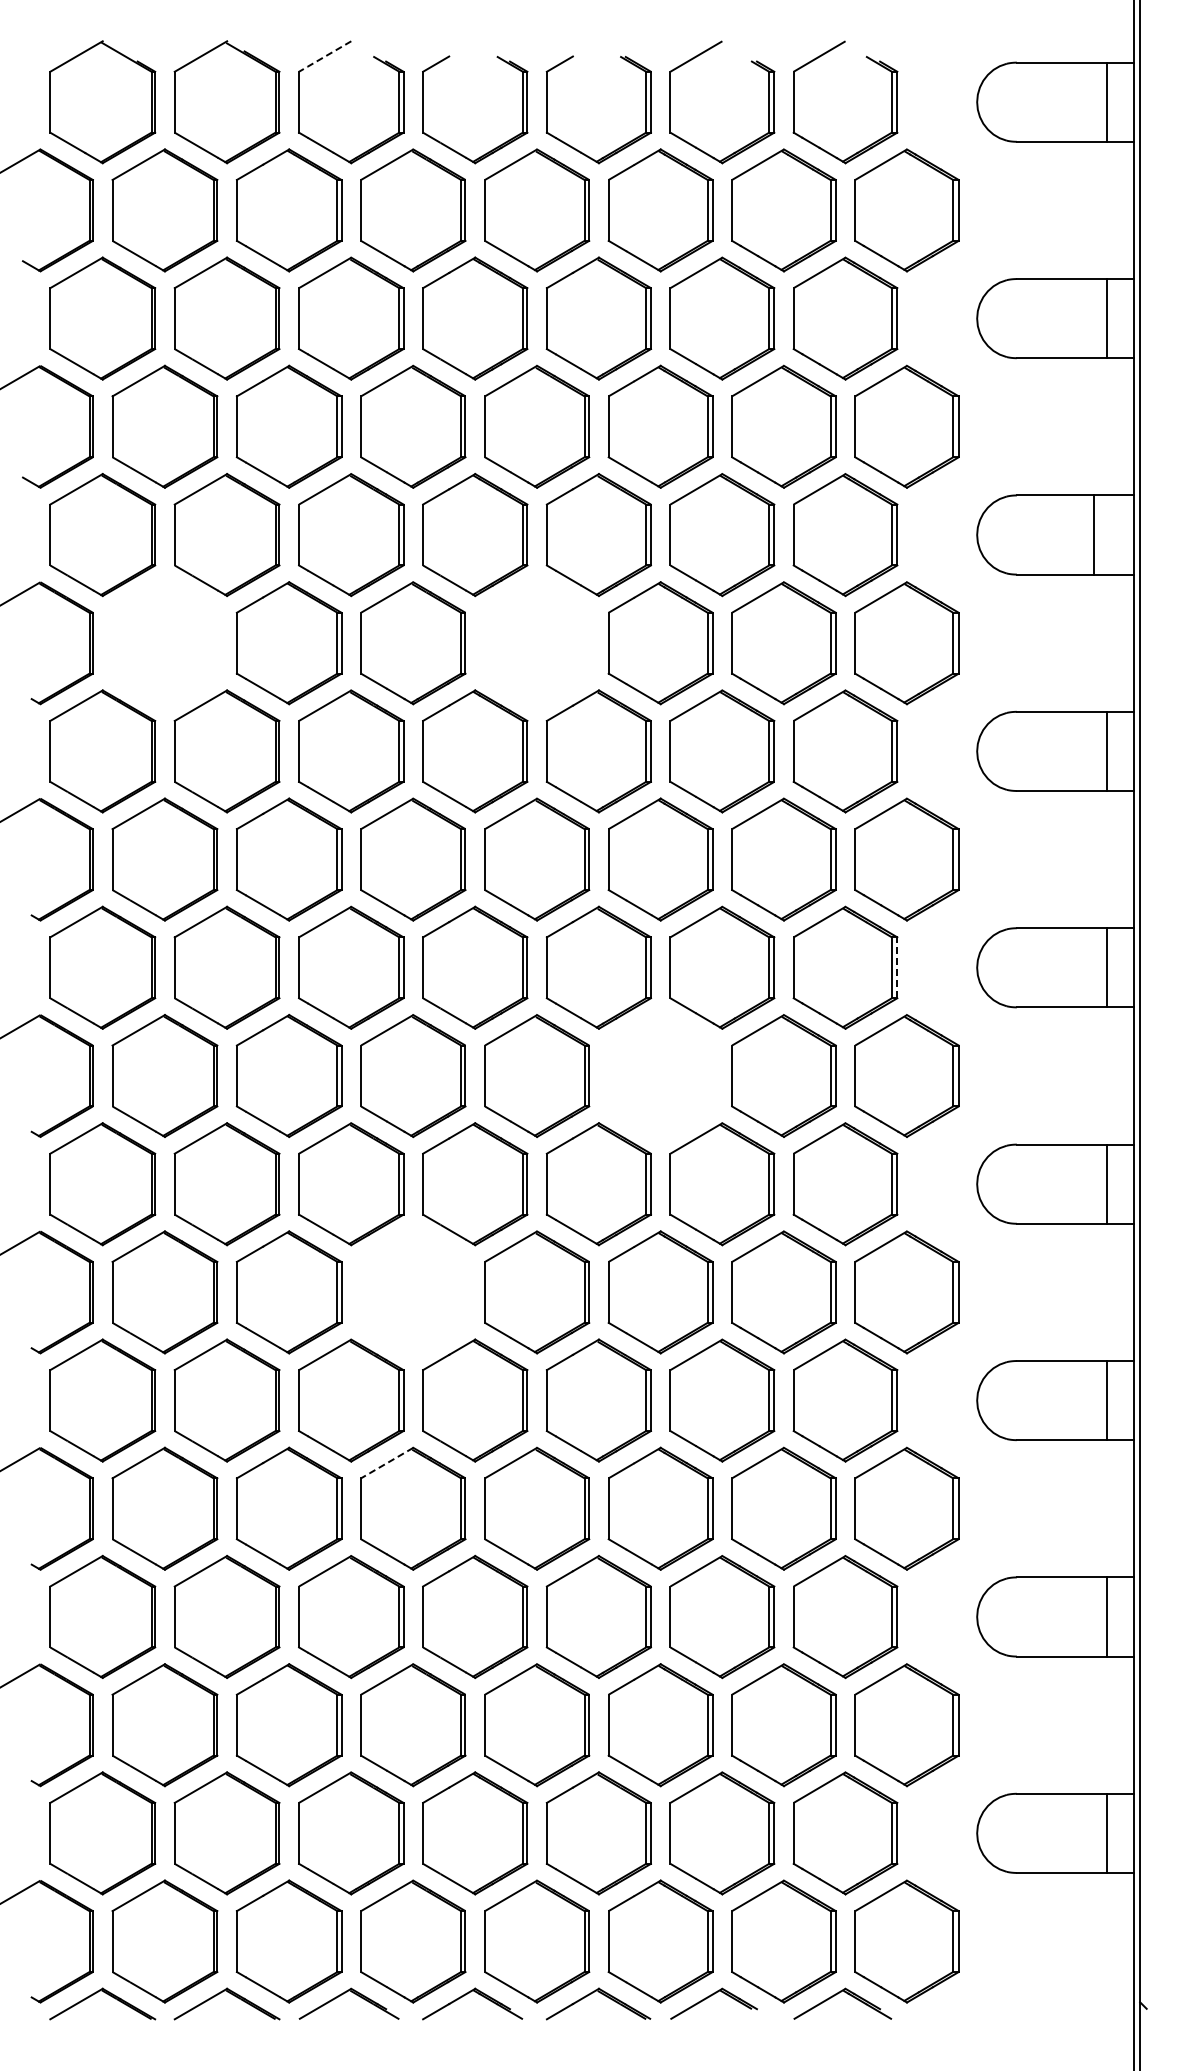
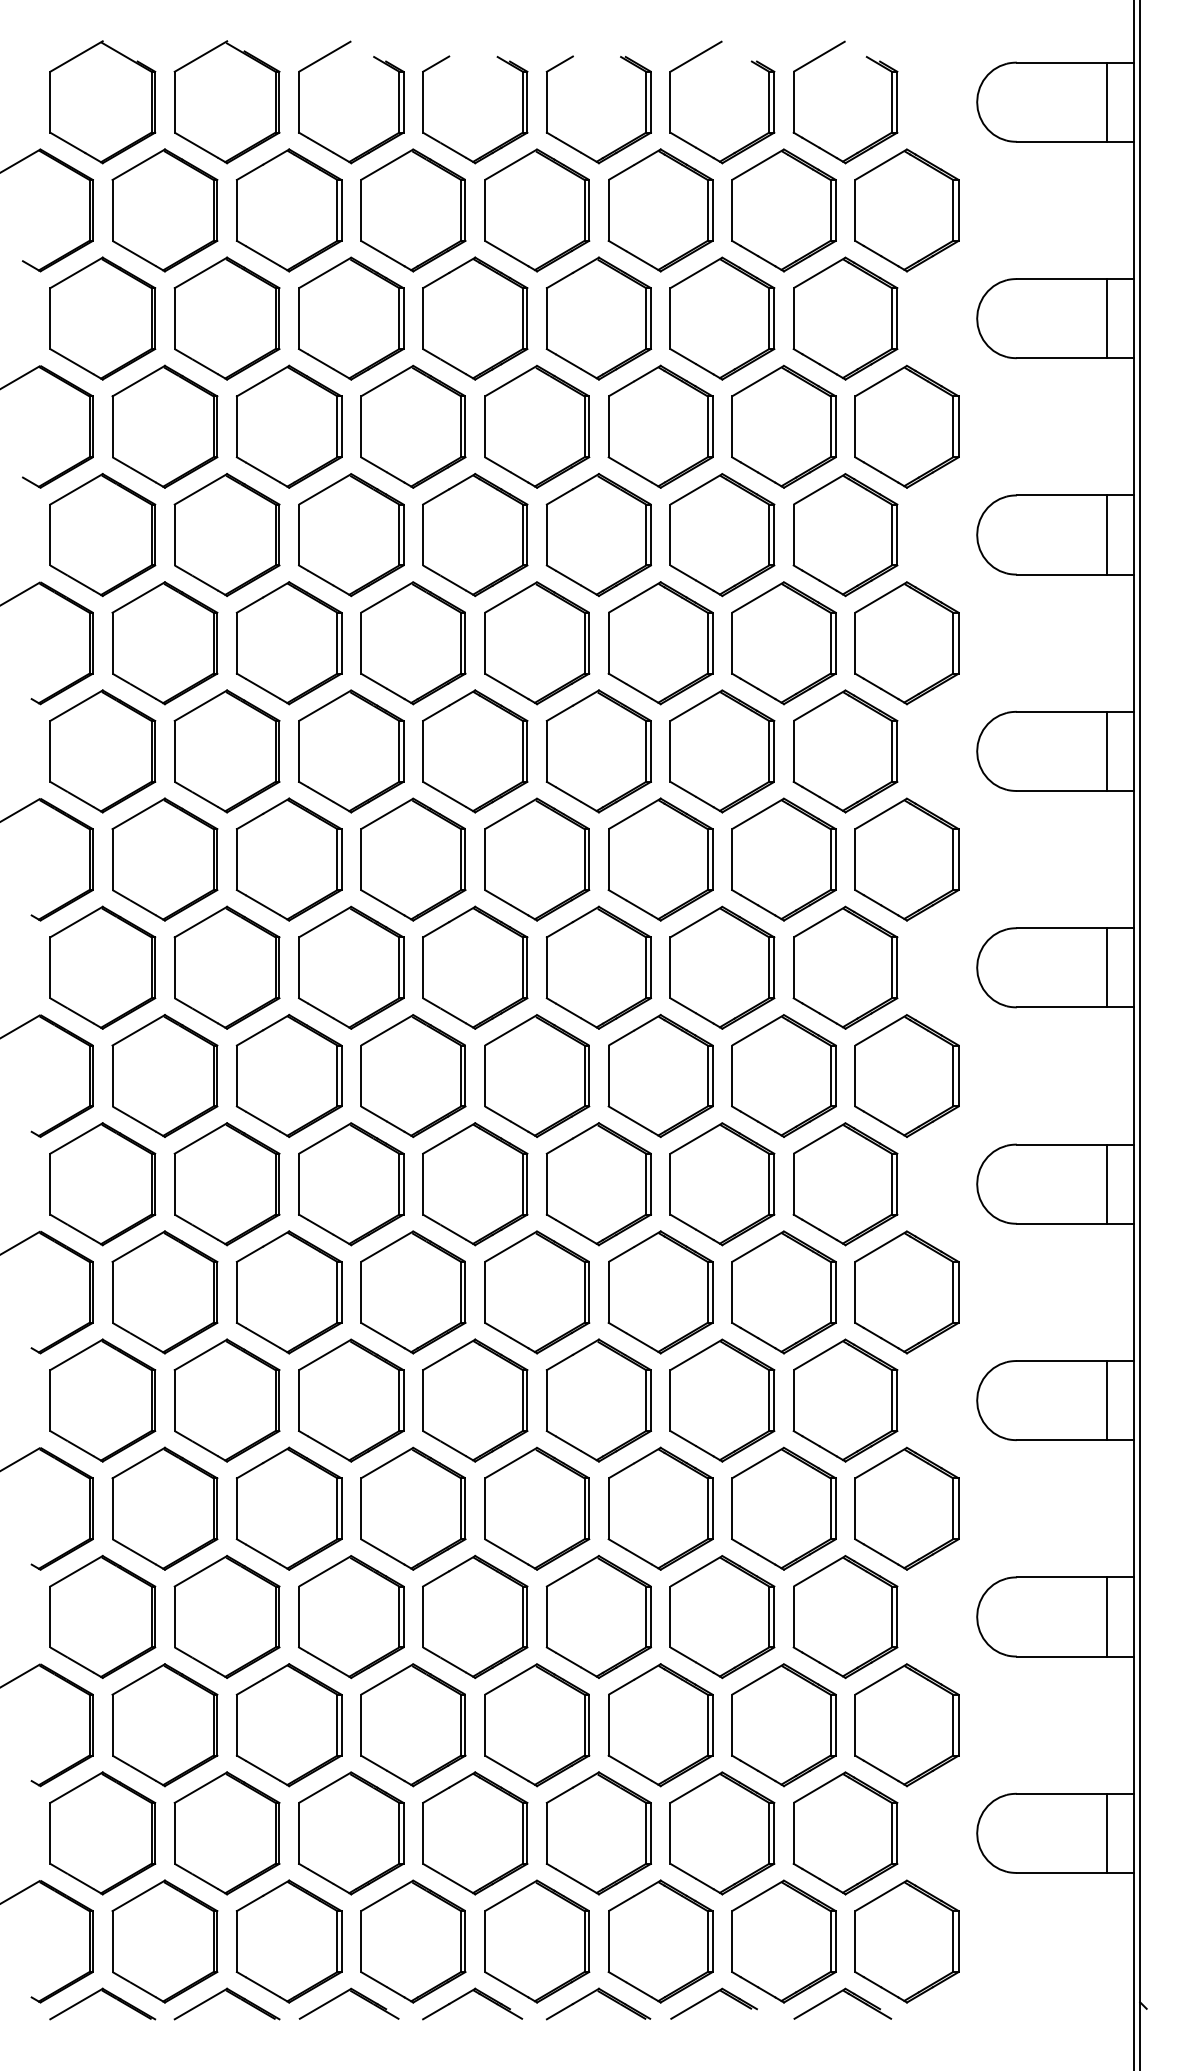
line at (323, 57): dashed -> solid
line at (1094, 534) position: (1094, 534) -> (1107, 534)
part at (164, 643): none -> present
part at (537, 643): none -> present
line at (897, 967): dashed -> solid
part at (660, 1075): none -> present
part at (413, 1292): none -> present
line at (386, 1463): dashed -> solid
